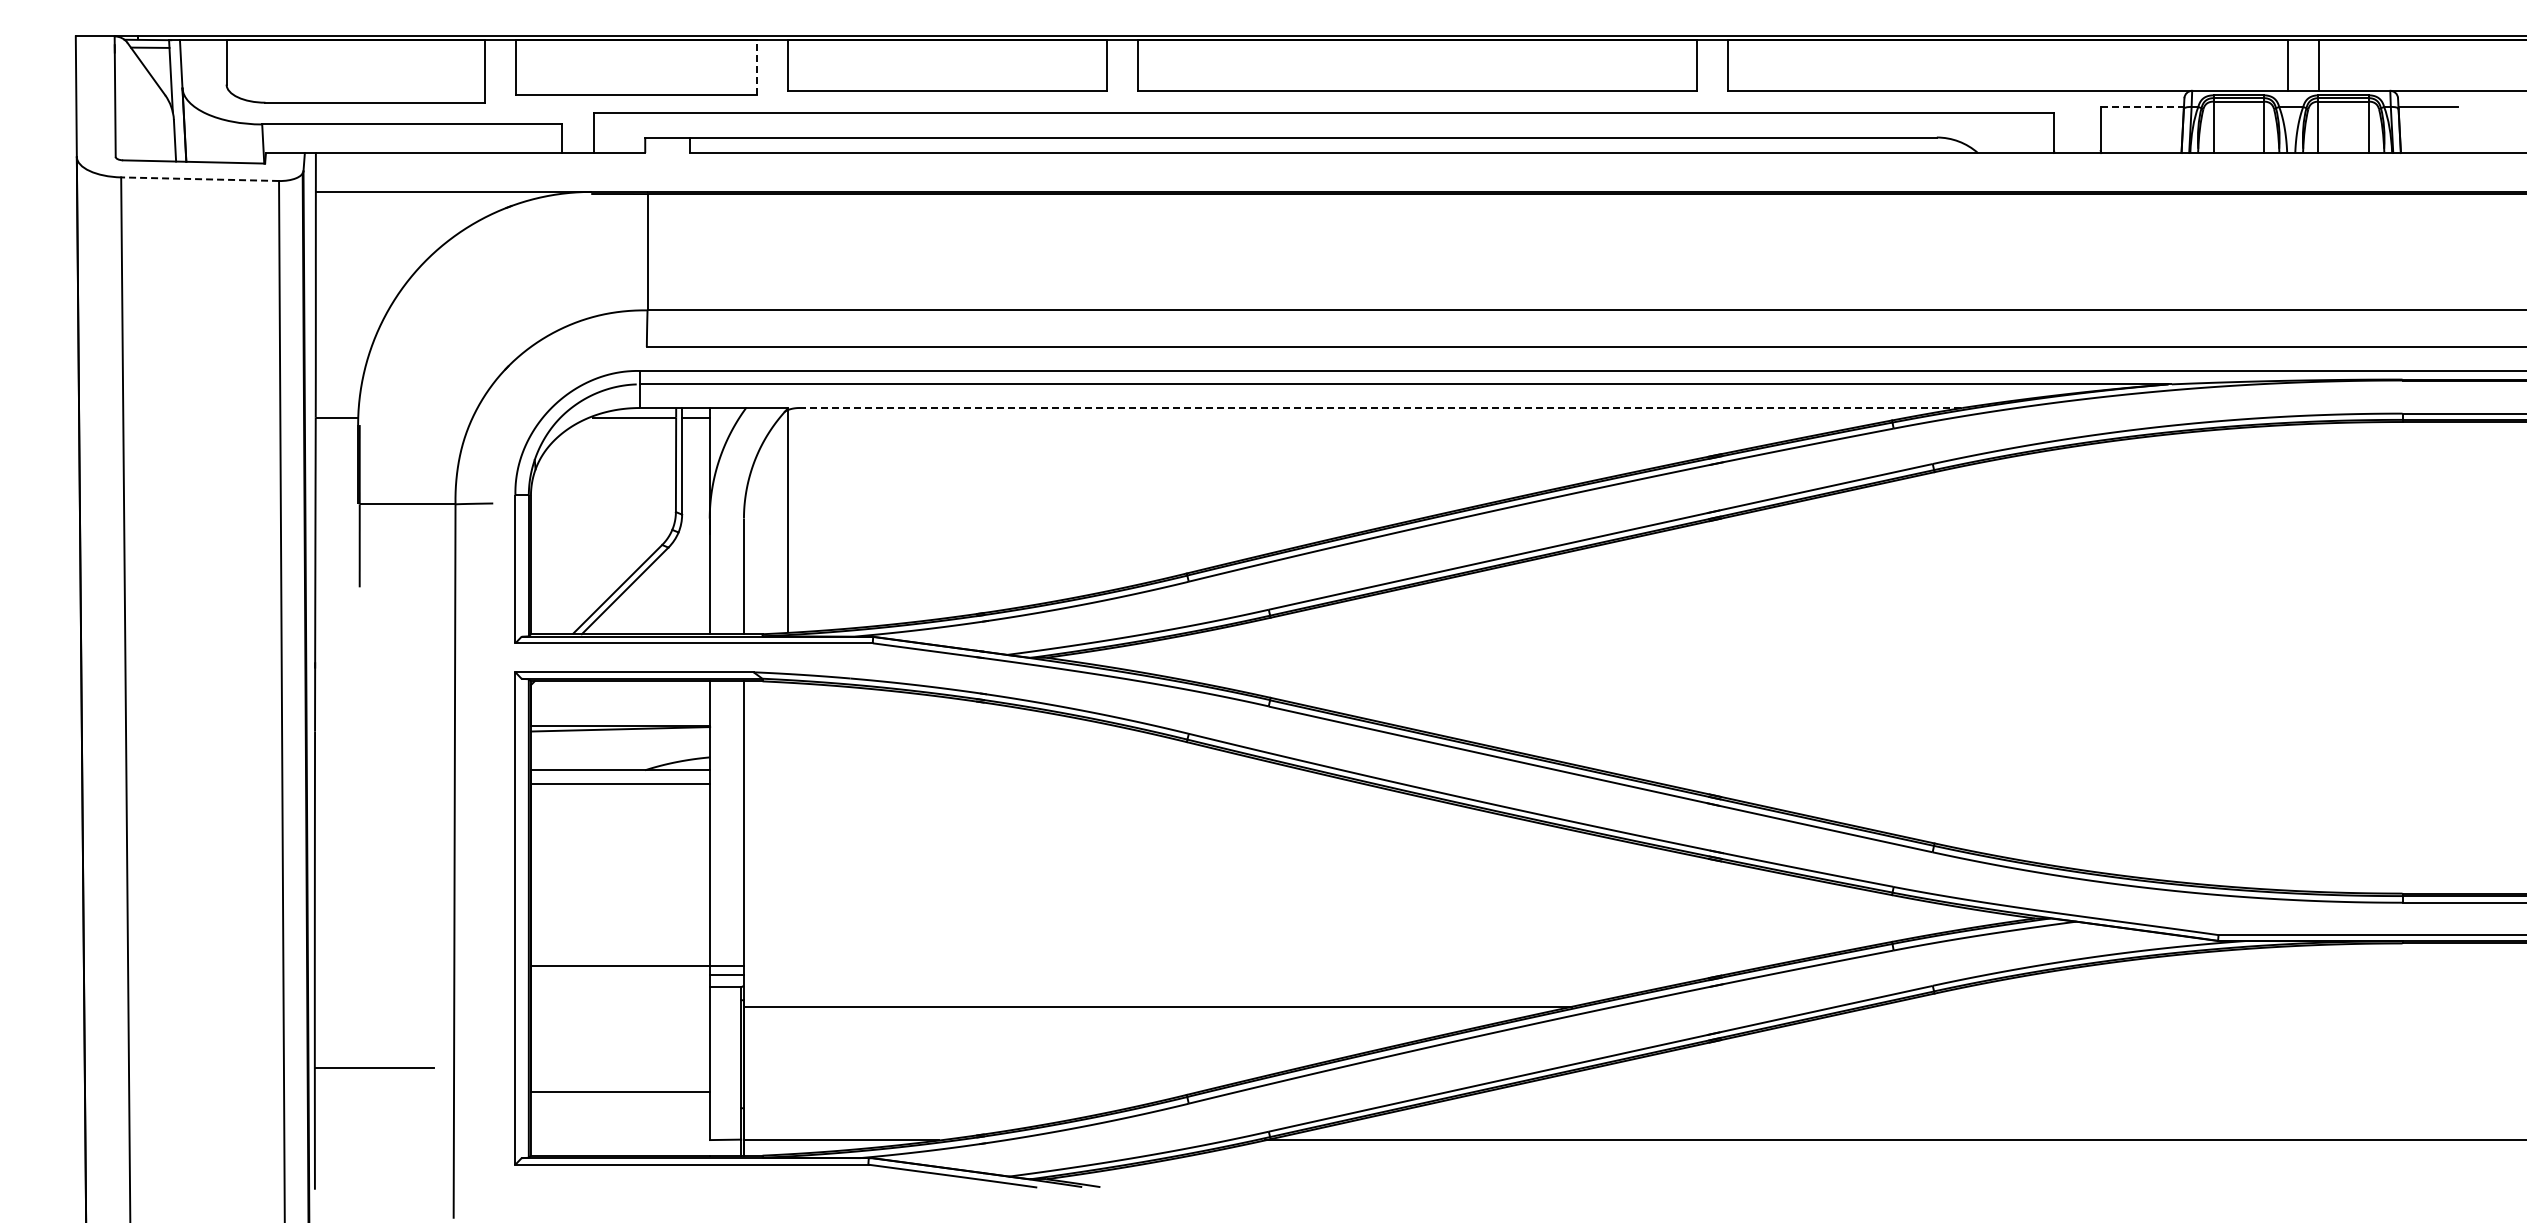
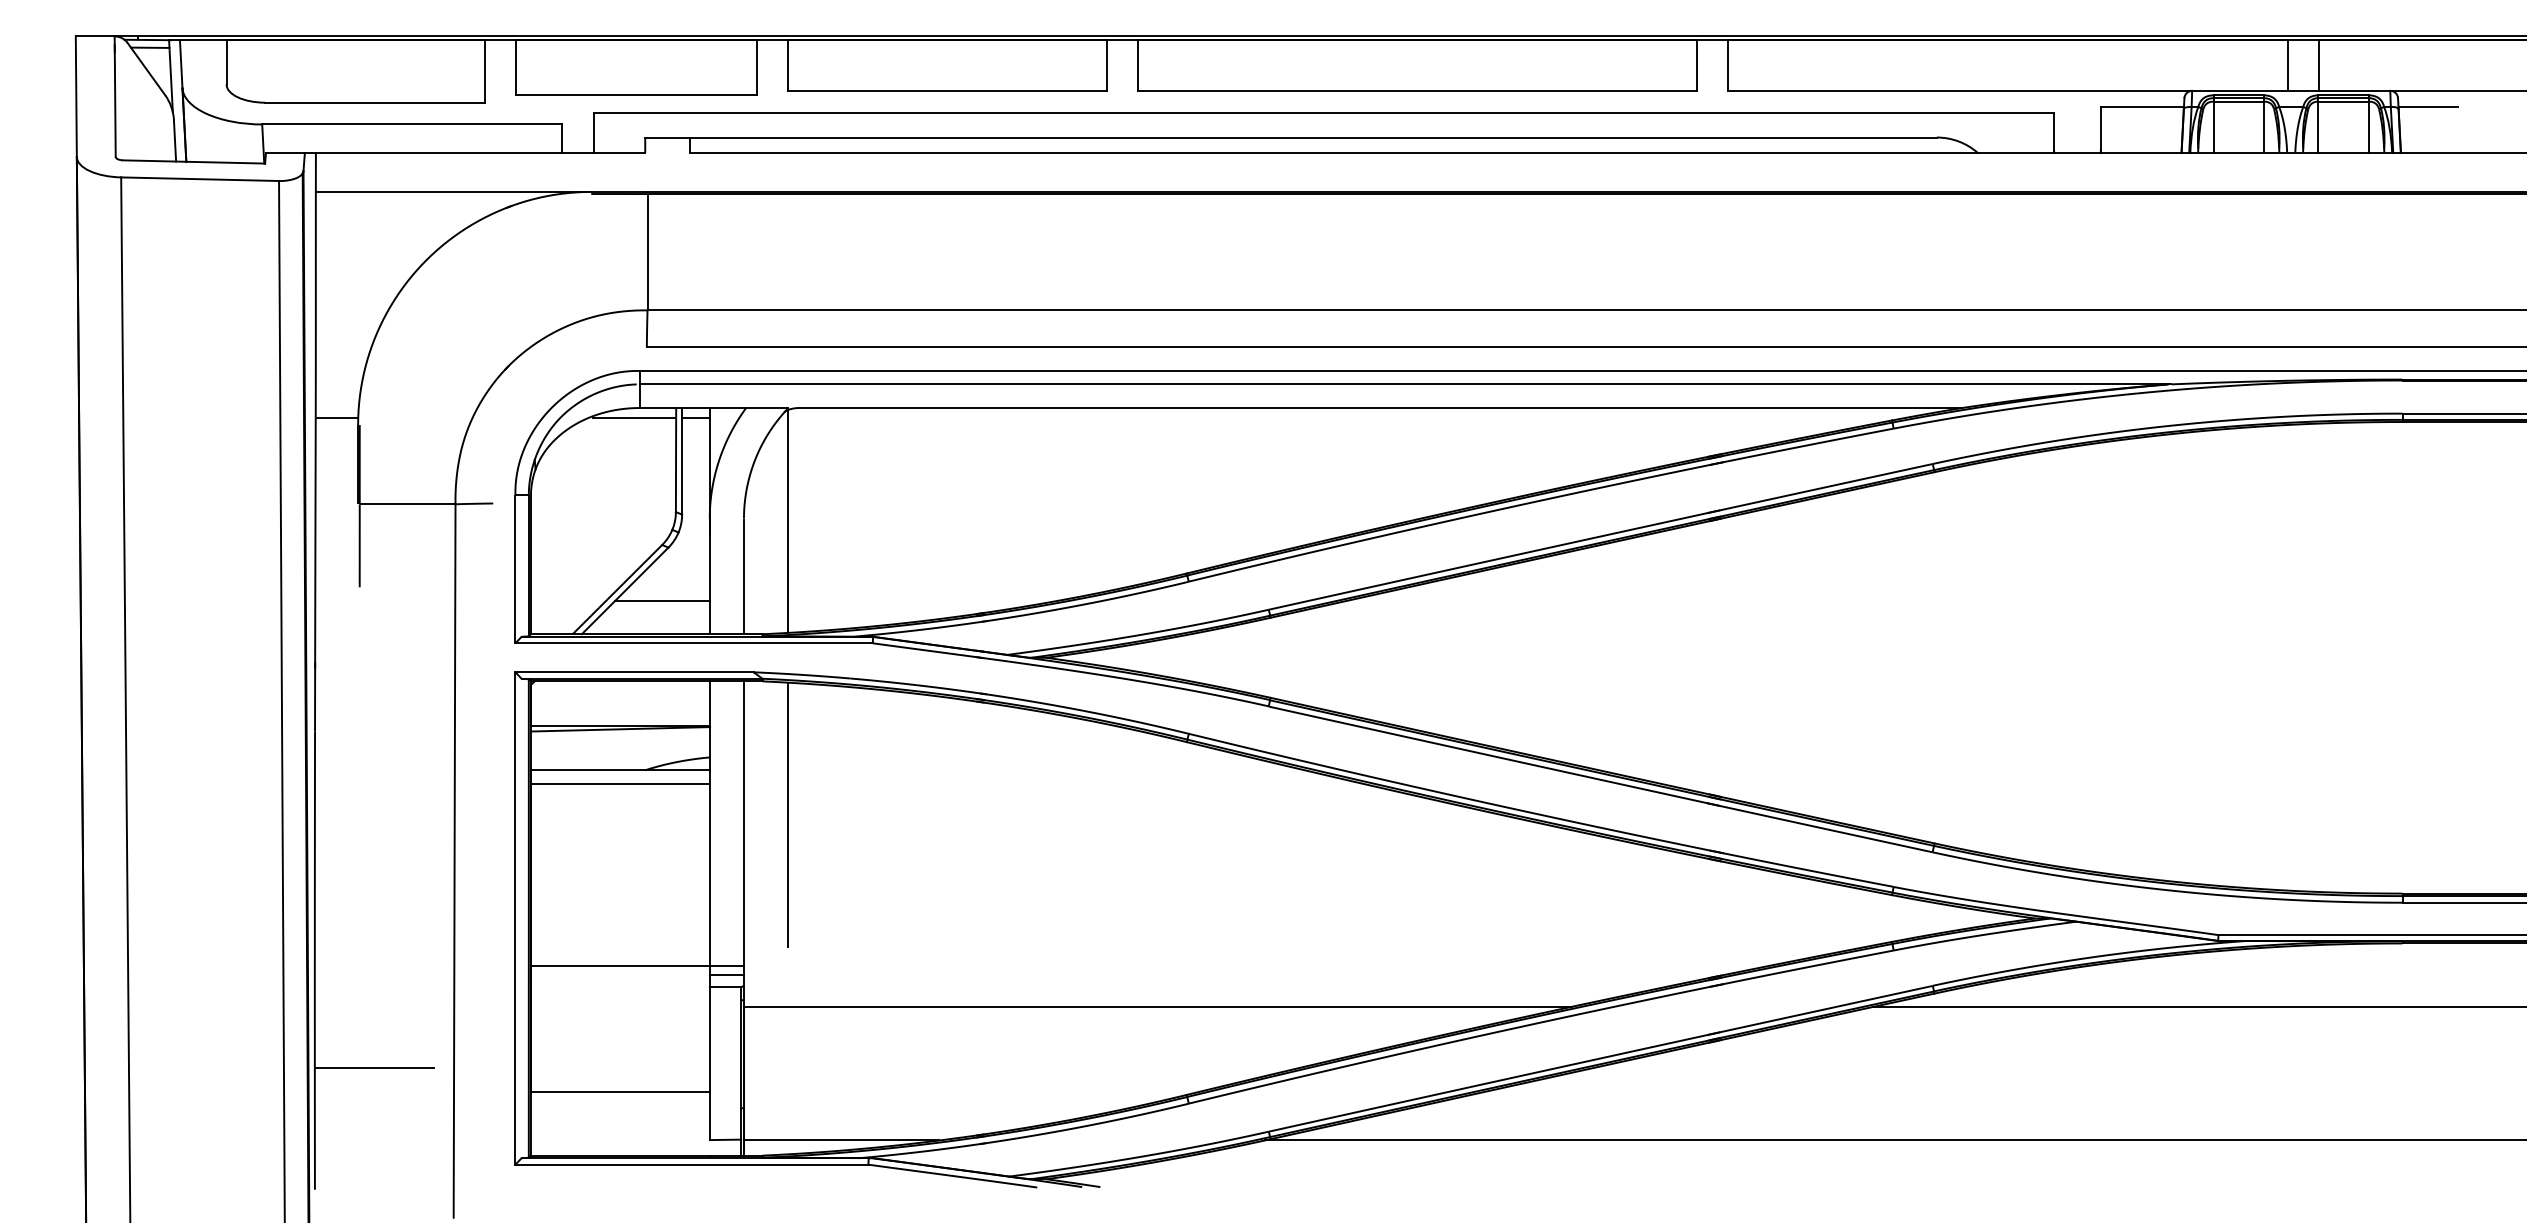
line at (756, 67): dashed -> solid
line at (2142, 107): dashed -> solid
line at (200, 179): dashed -> solid
line at (1380, 408): dashed -> solid
line at (662, 600): none -> present
line at (787, 815): none -> present
line at (2197, 1007): none -> present
